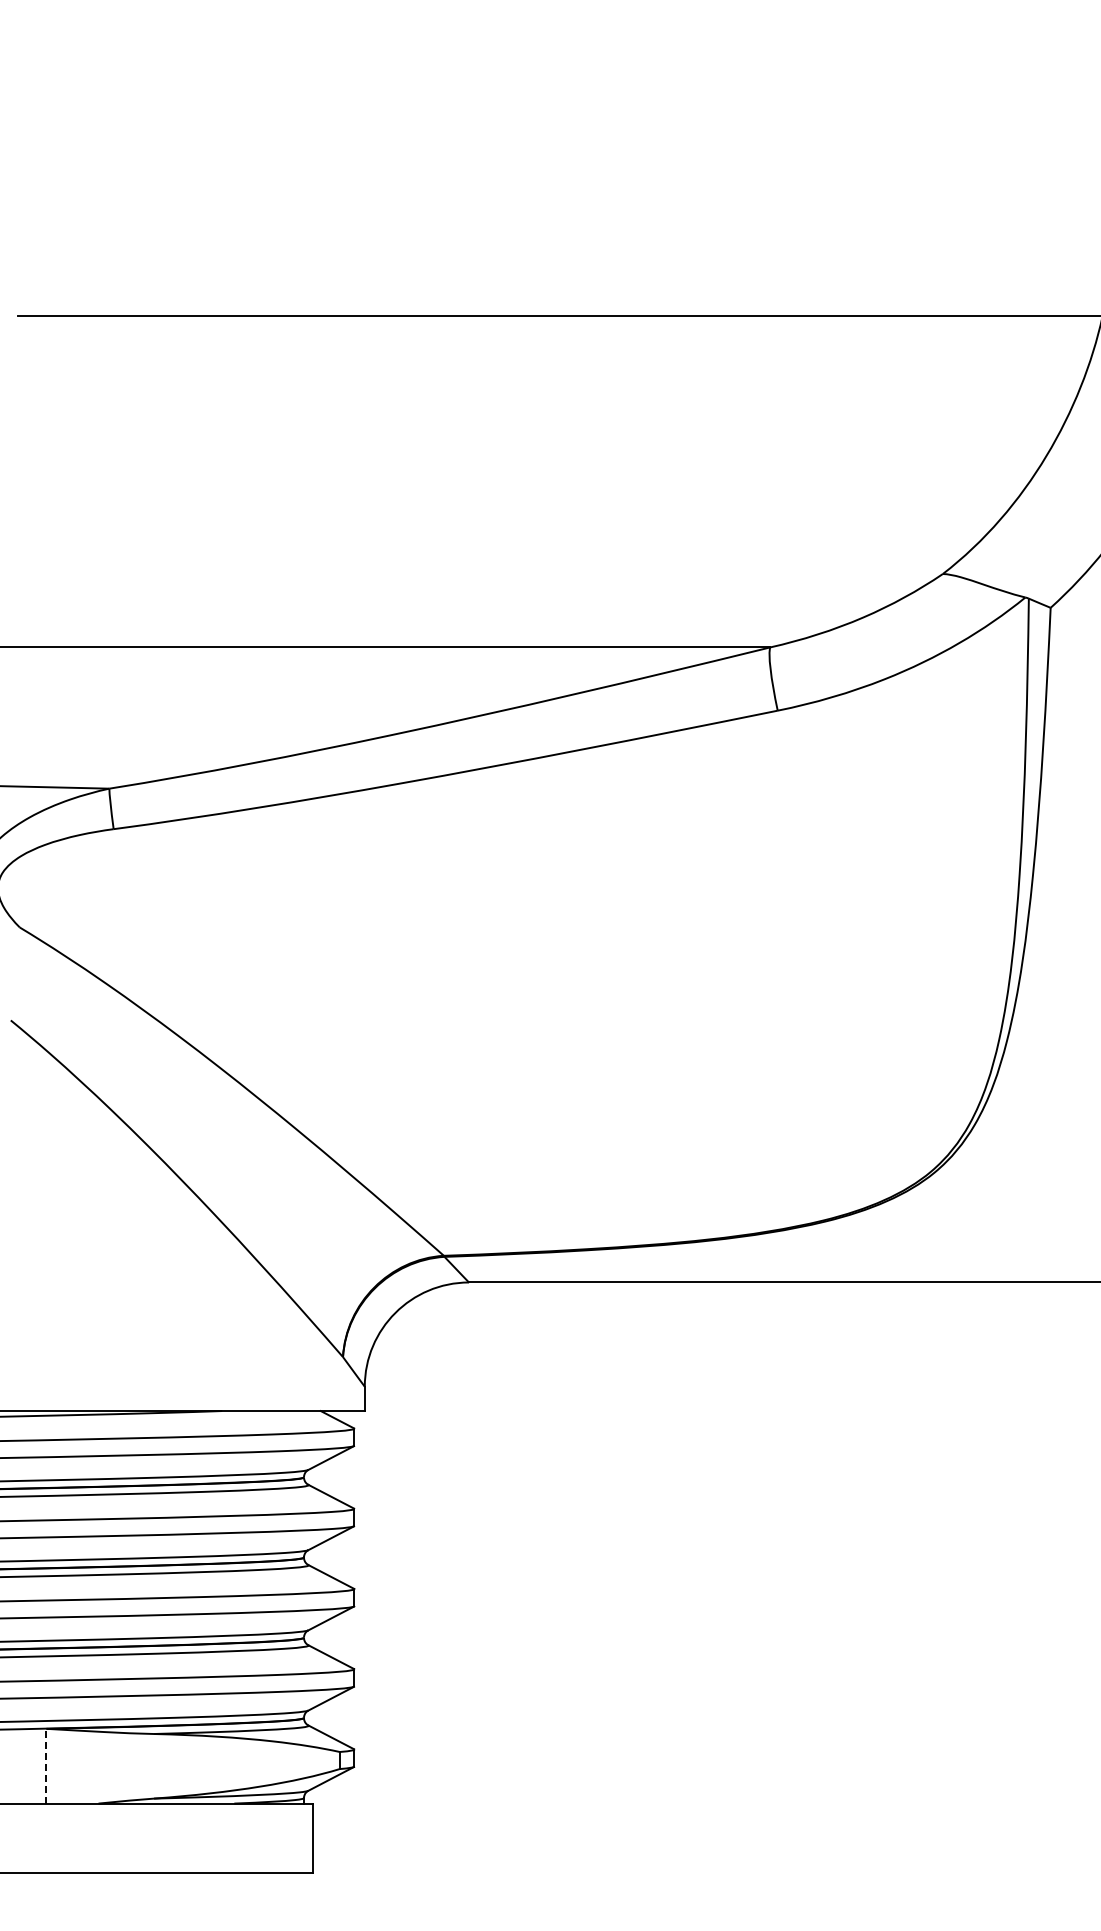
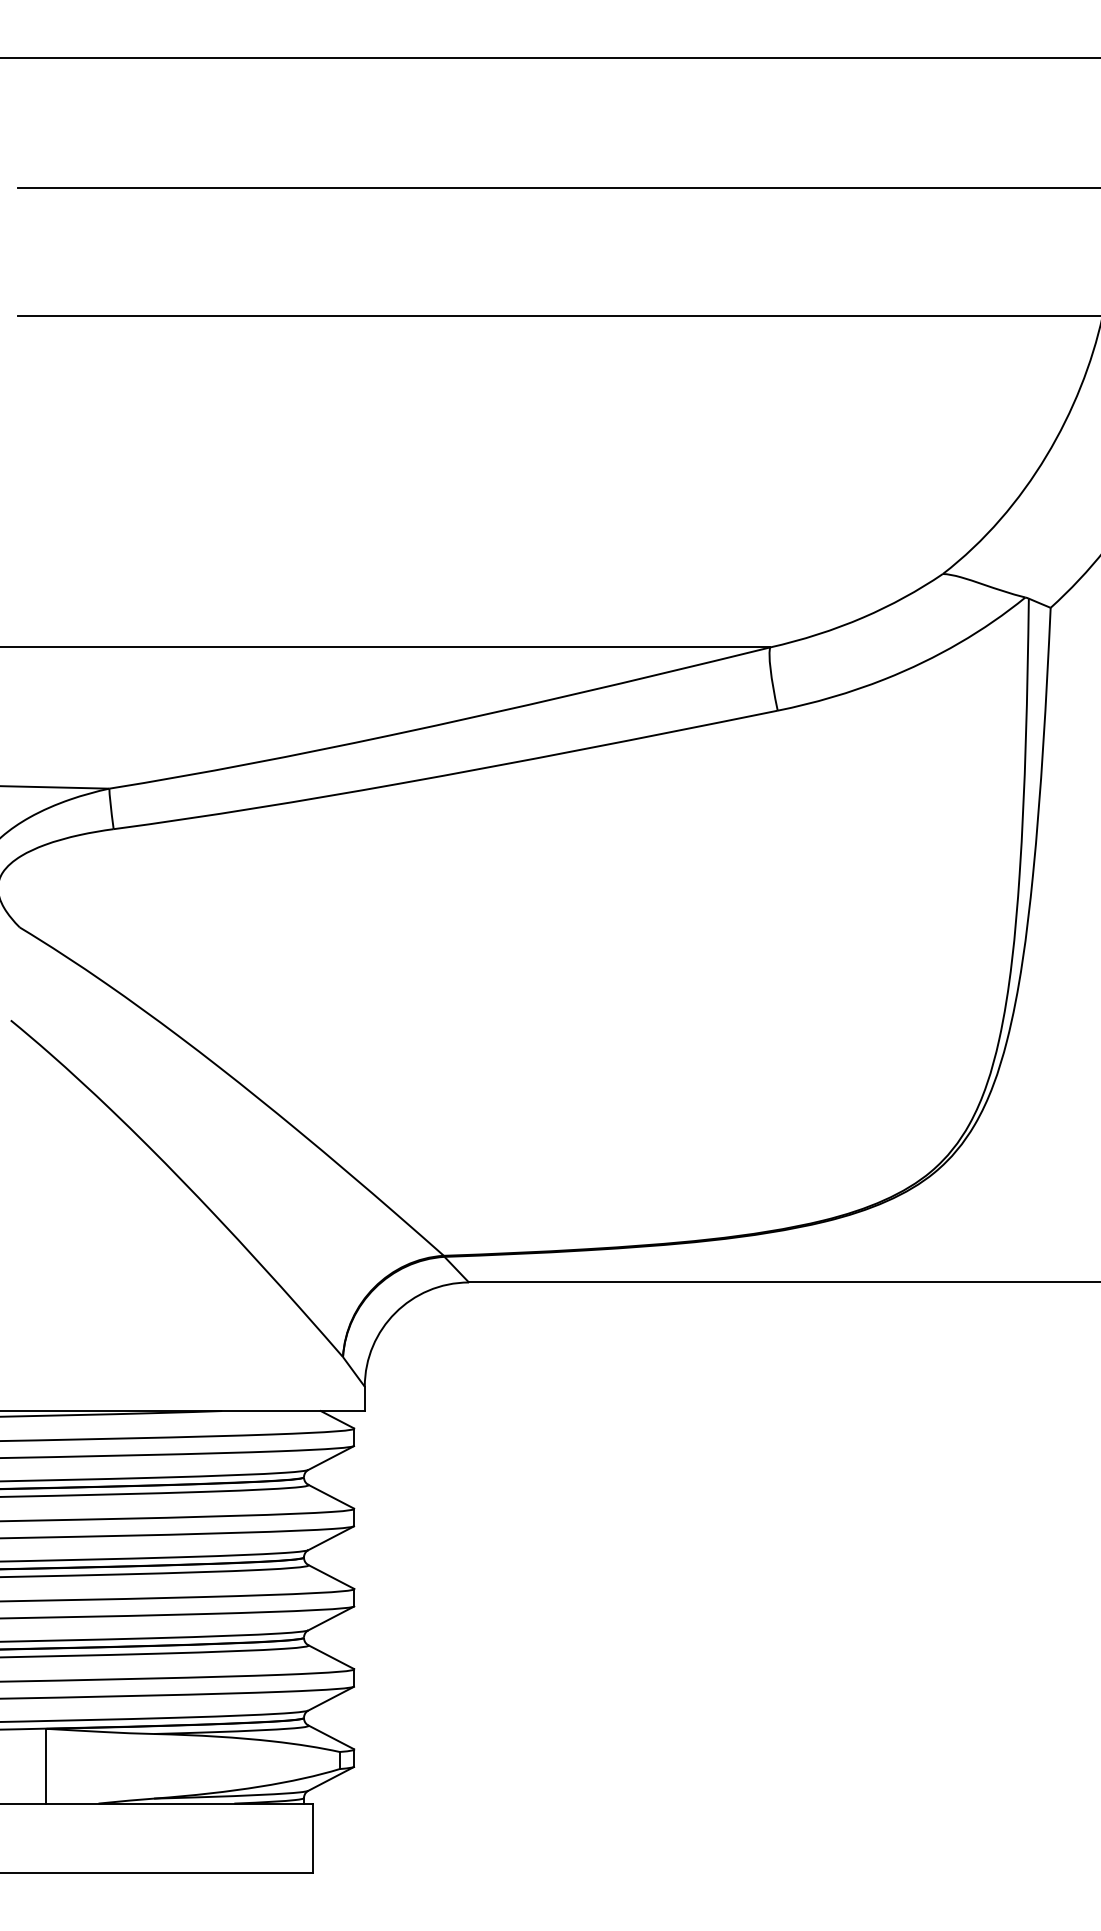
line at (549, 57): none -> present
line at (557, 188): none -> present
line at (46, 1765): dashed -> solid
